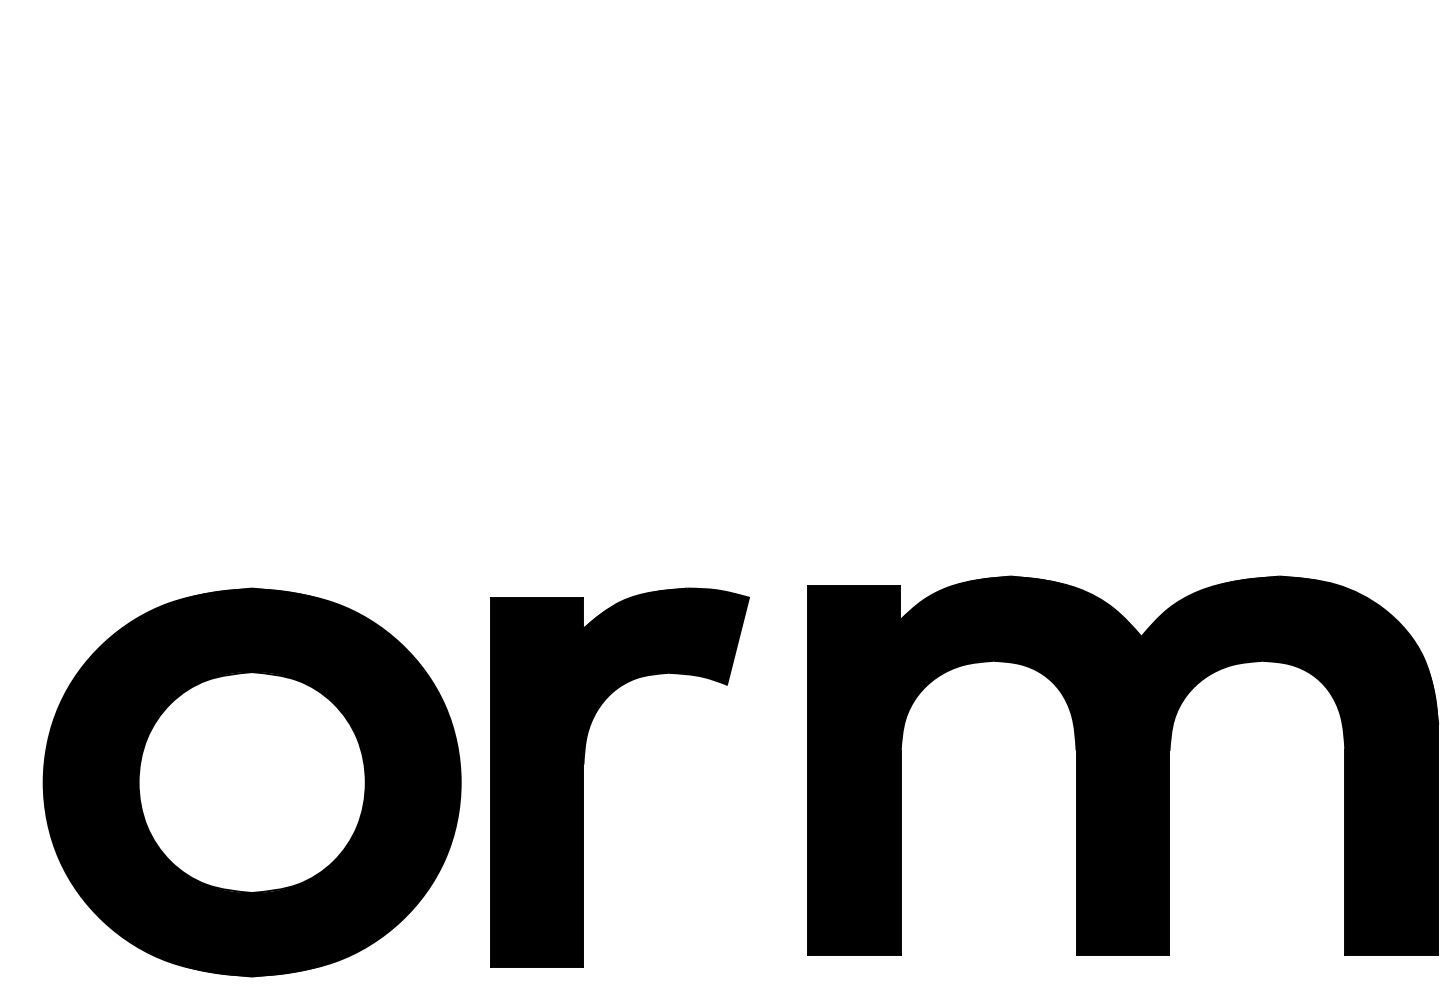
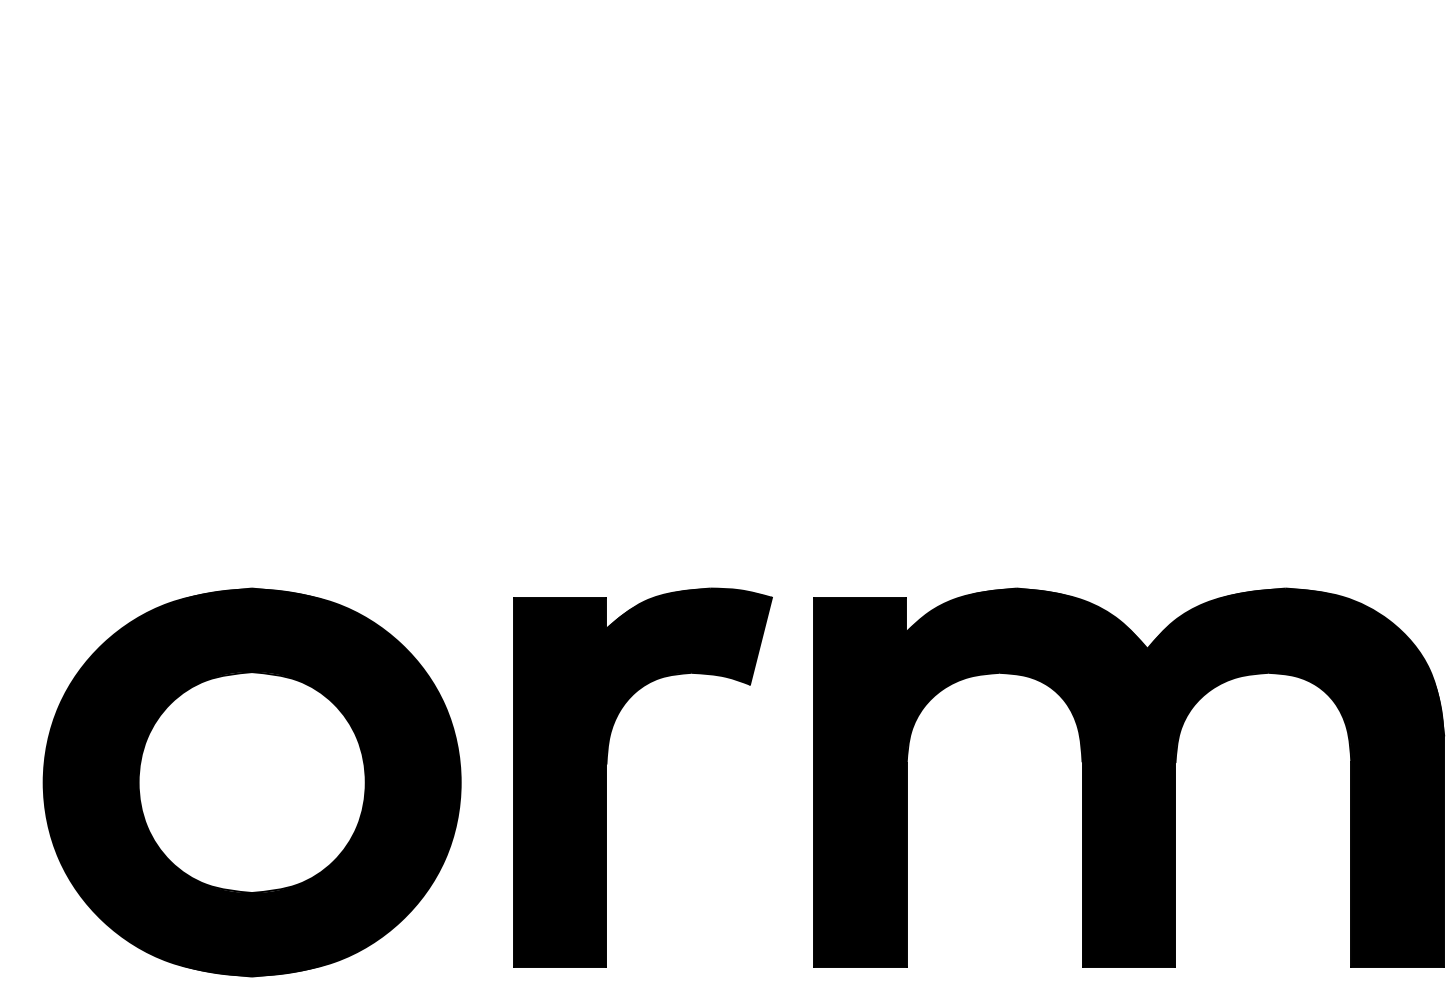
part at (1123, 765) position: (1123, 765) -> (1129, 777)
part at (583, 777) position: (583, 777) -> (606, 777)
